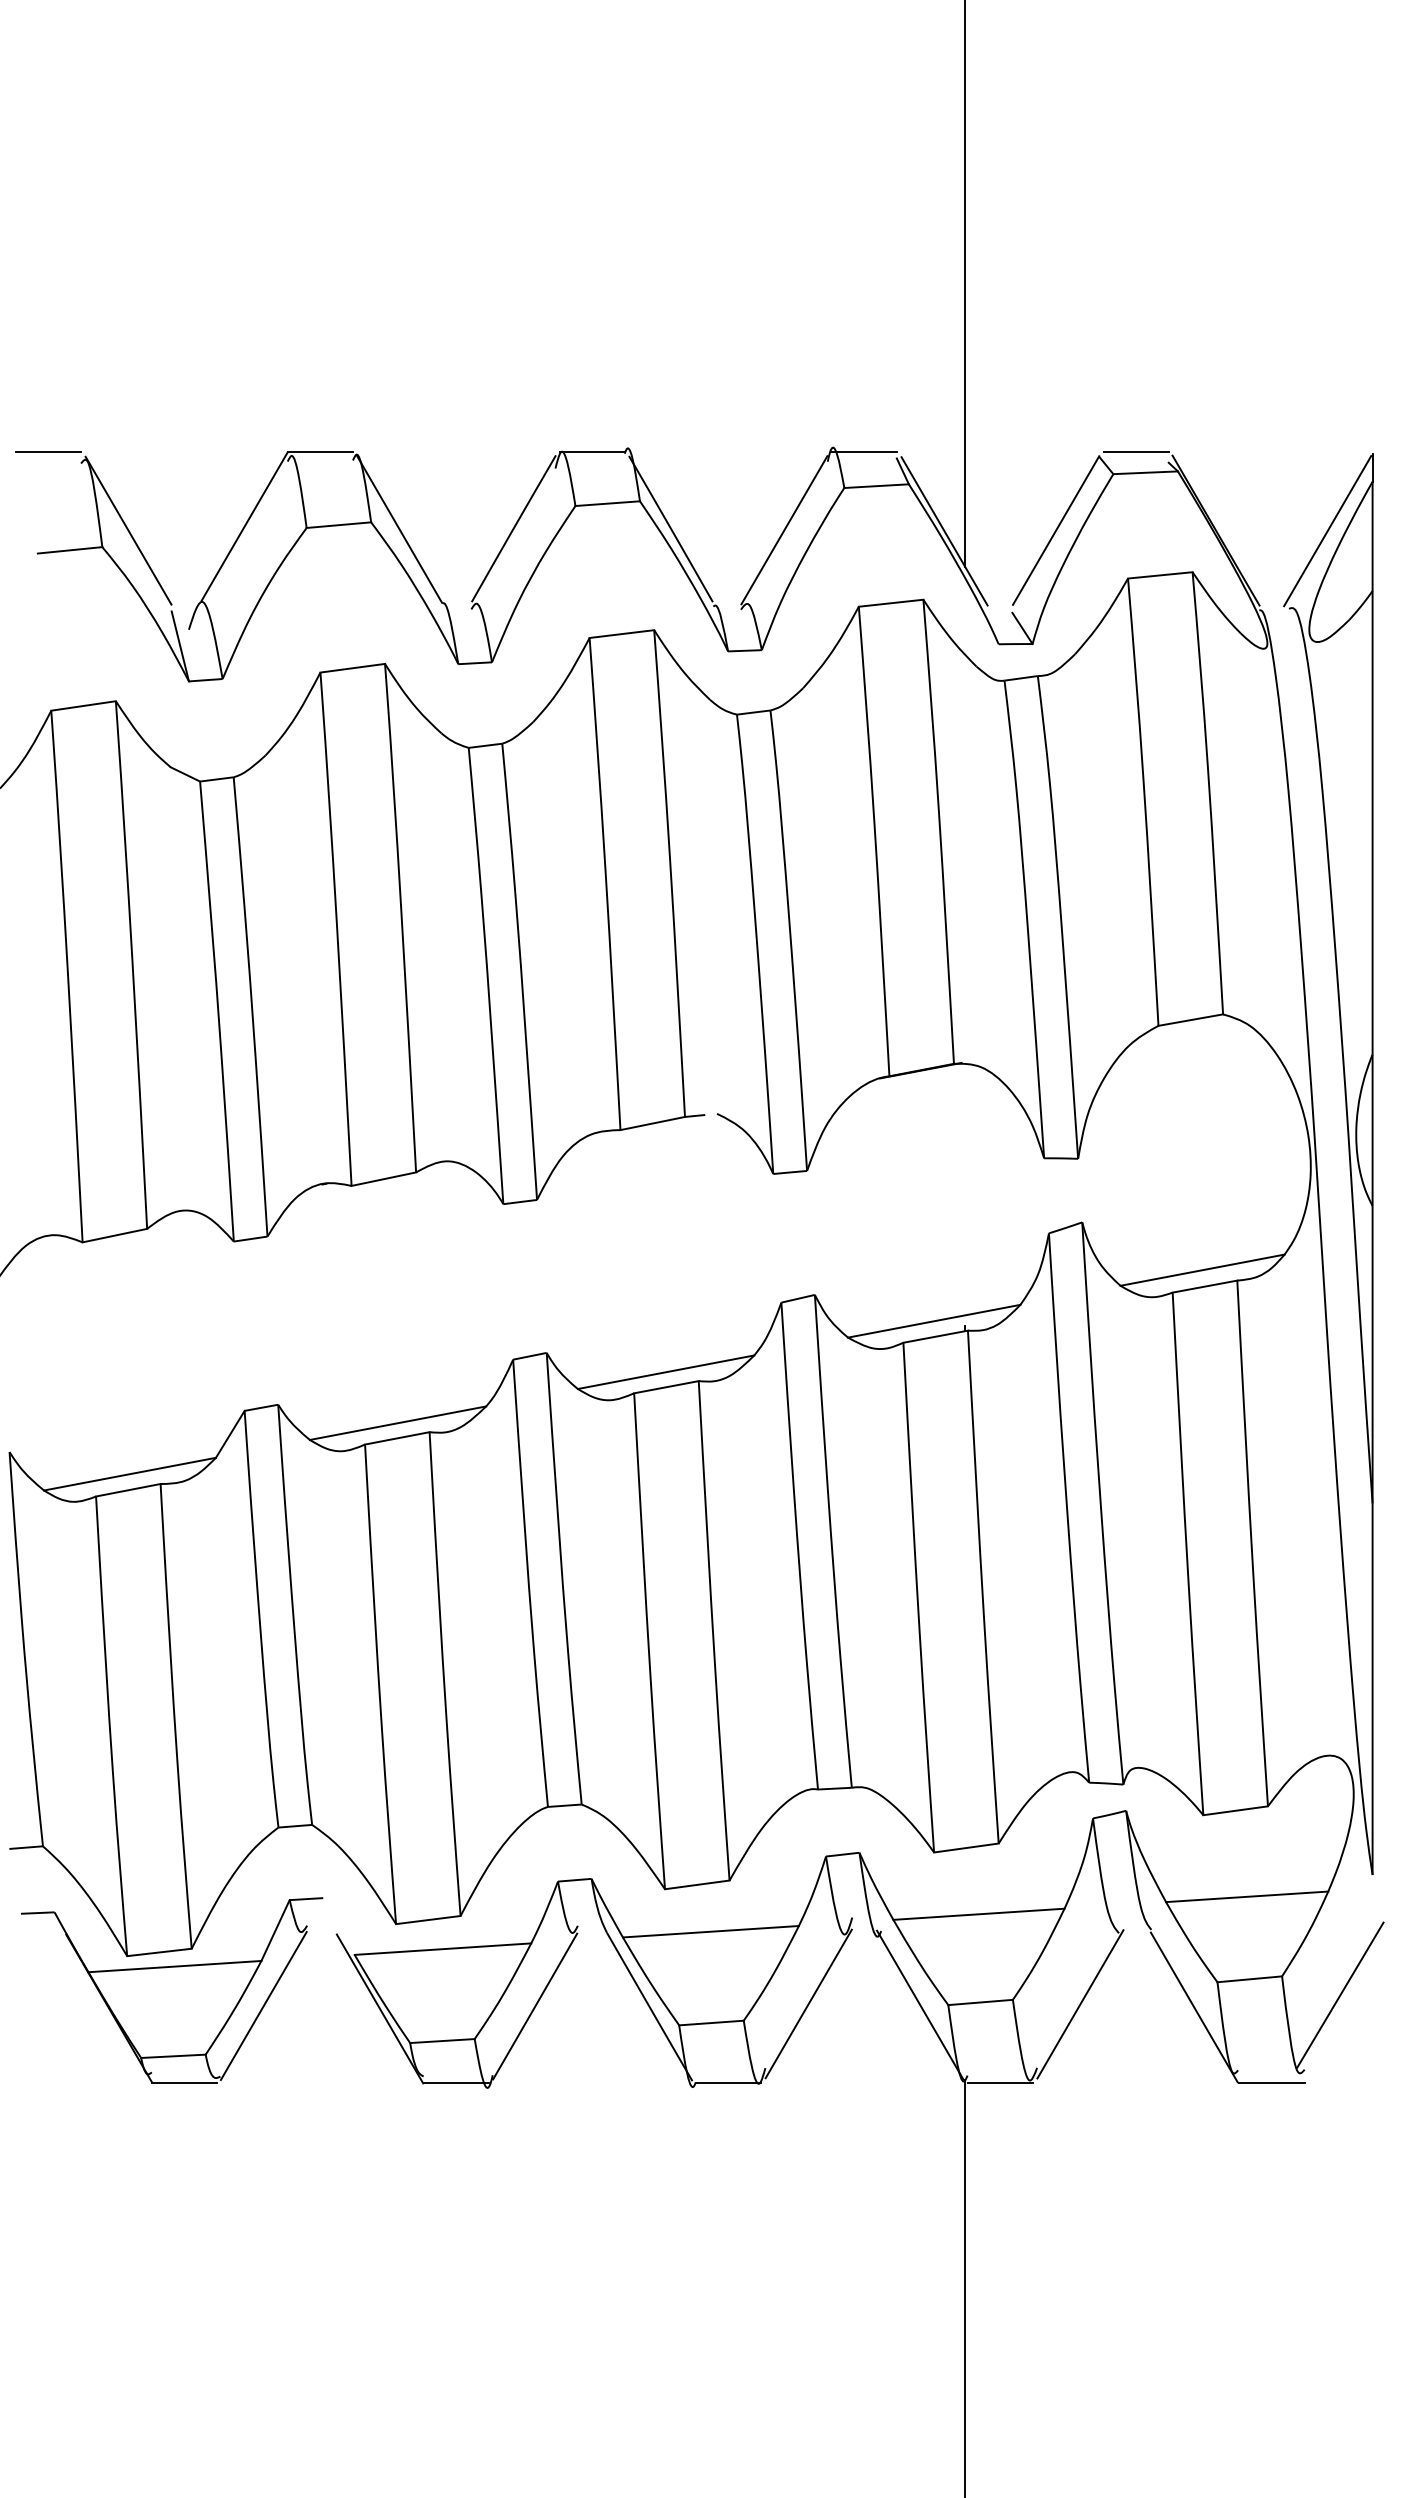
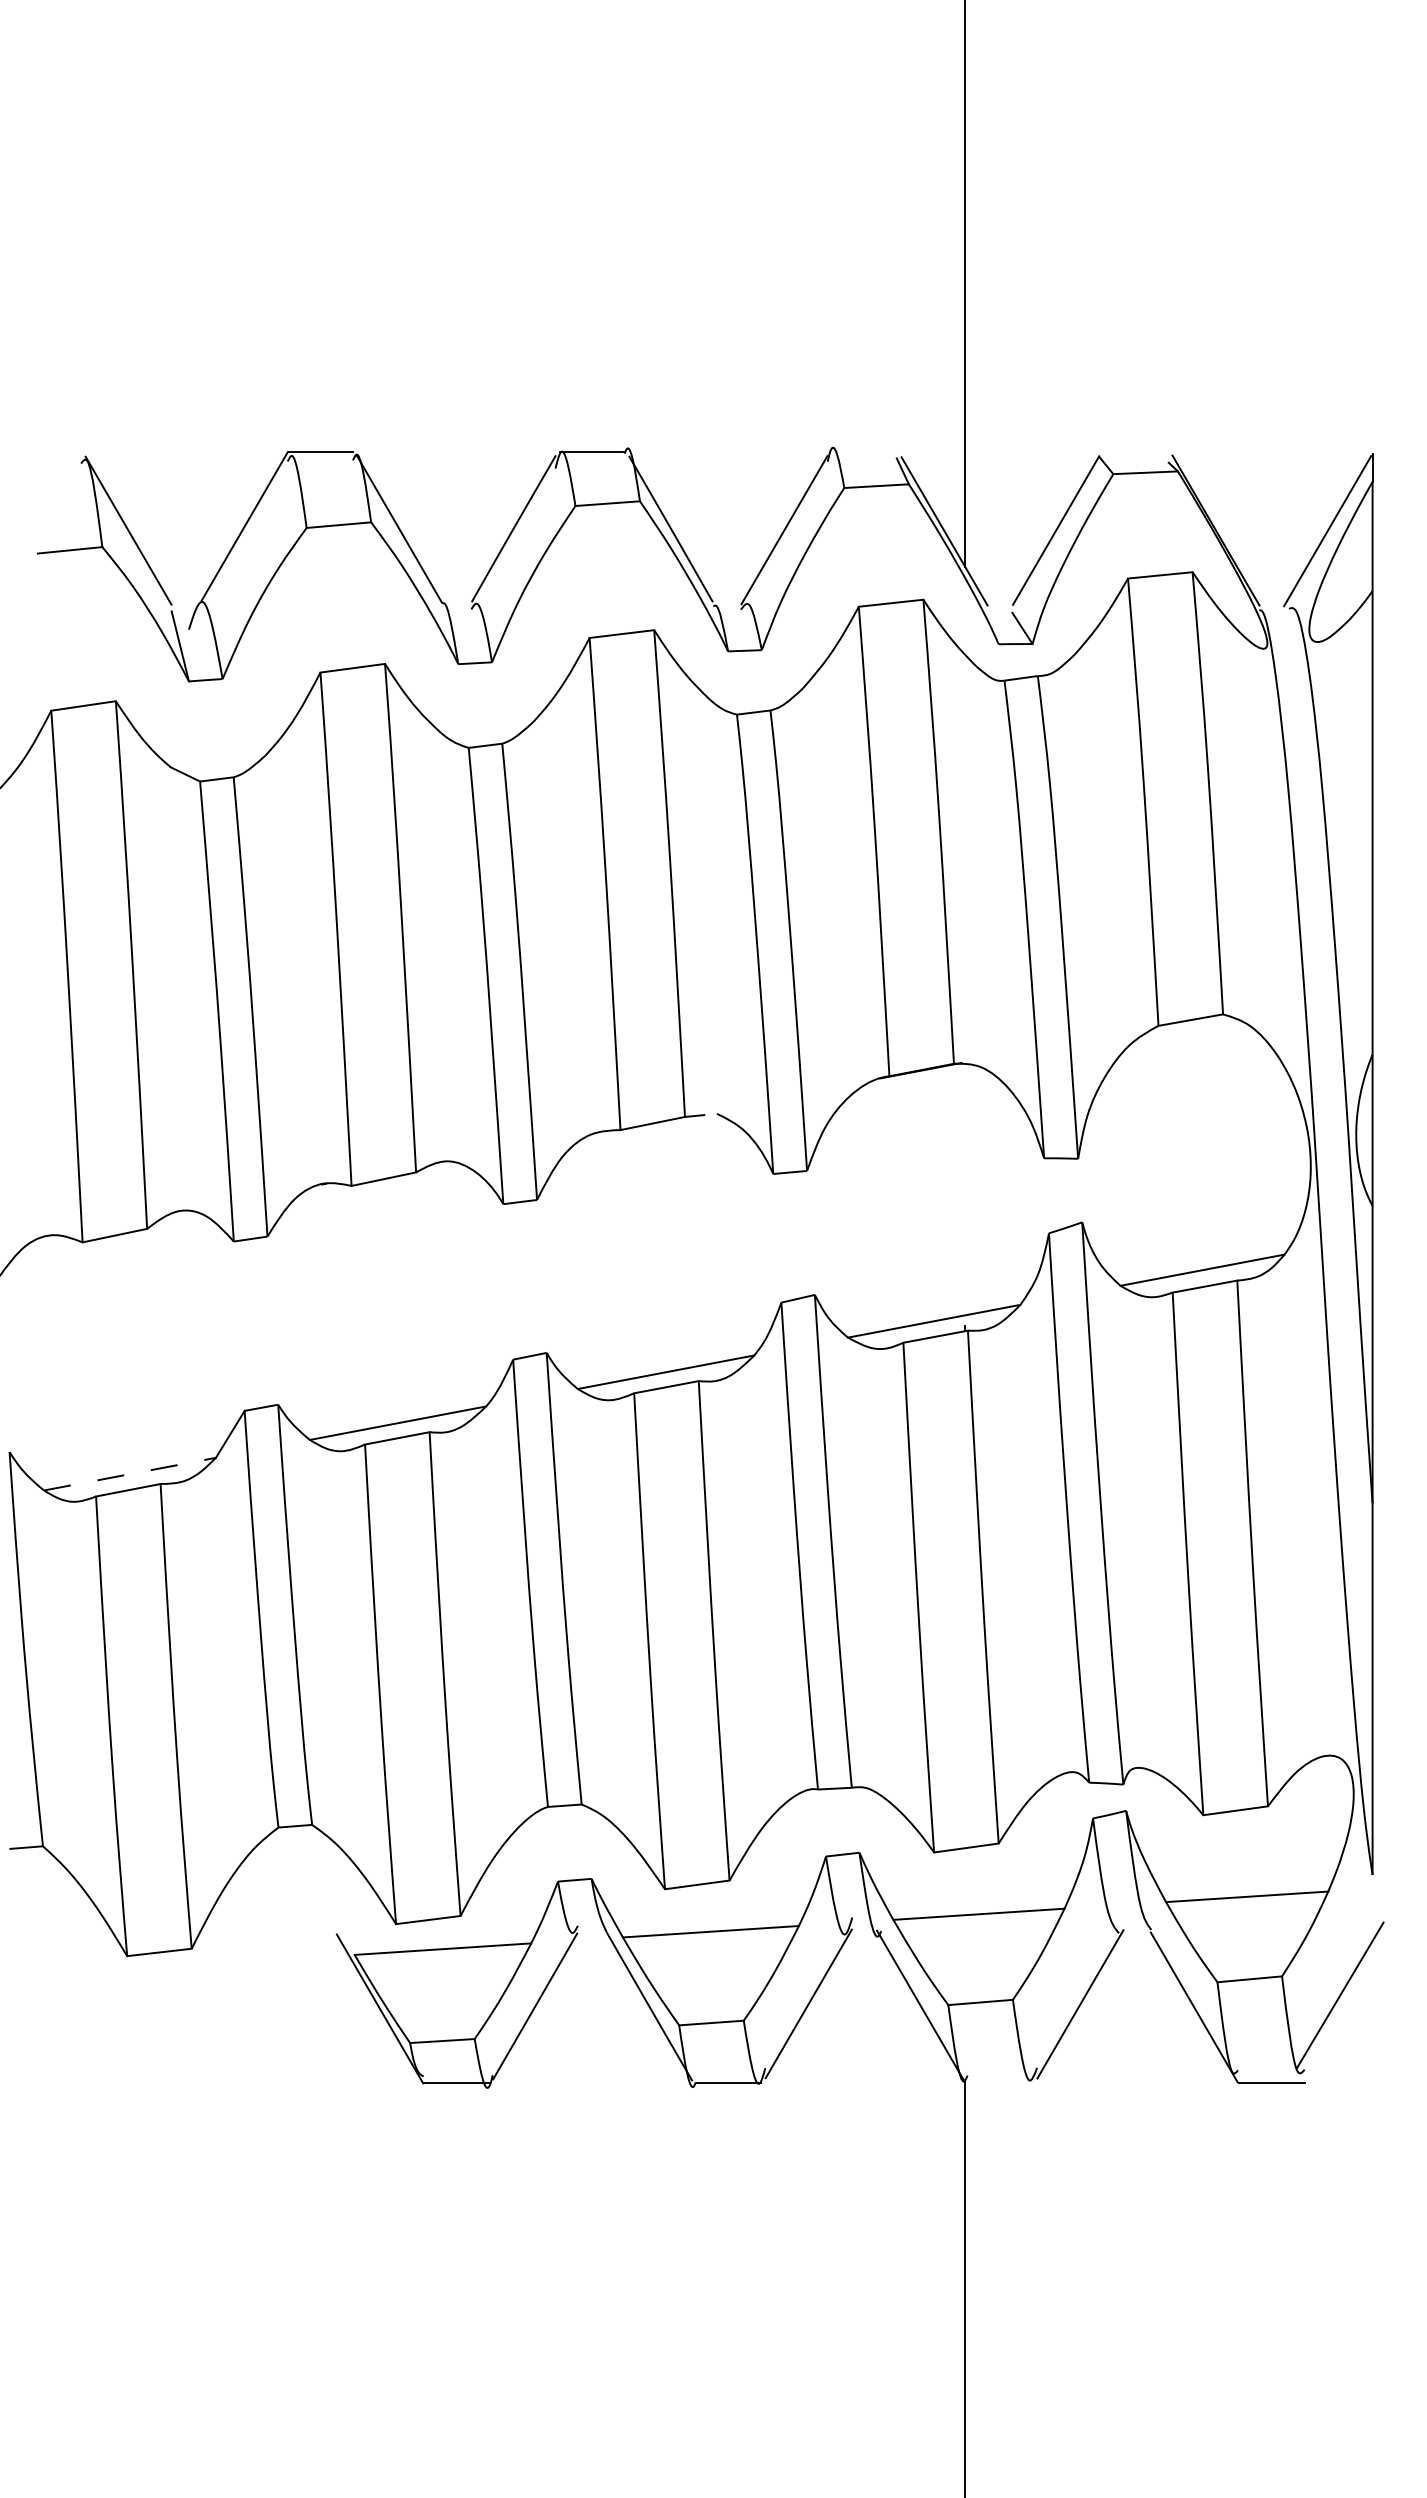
line at (48, 452): present -> none
line at (863, 452): present -> none
line at (1135, 452): present -> none
line at (130, 1474): solid -> dashed
part at (172, 1990): present -> none
line at (999, 2083): present -> none
